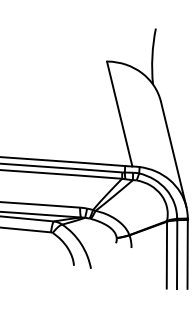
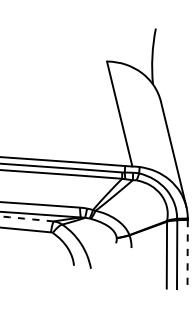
arc at (27, 218): solid -> dashed
line at (187, 254): solid -> dashed
